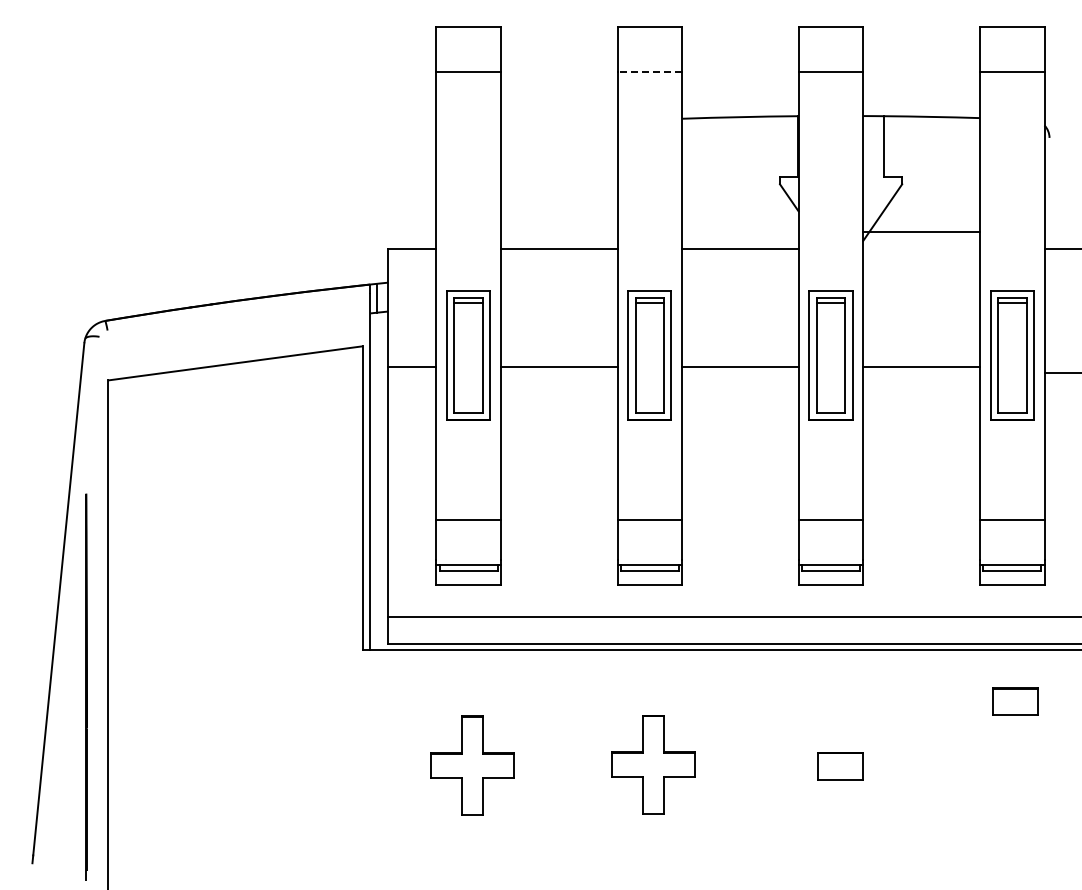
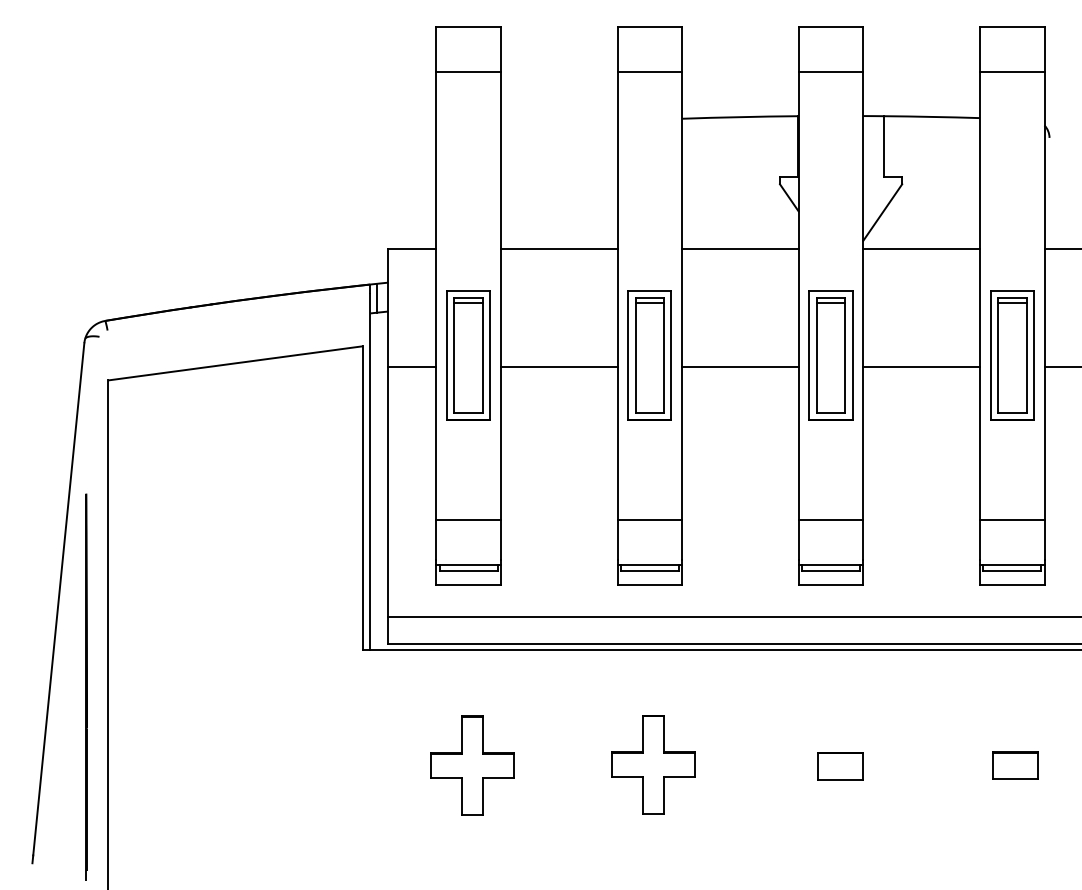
line at (649, 72): dashed -> solid
line at (921, 231) position: (921, 231) -> (921, 248)
line at (1061, 373) position: (1061, 373) -> (1061, 367)
part at (1015, 701) position: (1015, 701) -> (1015, 765)
